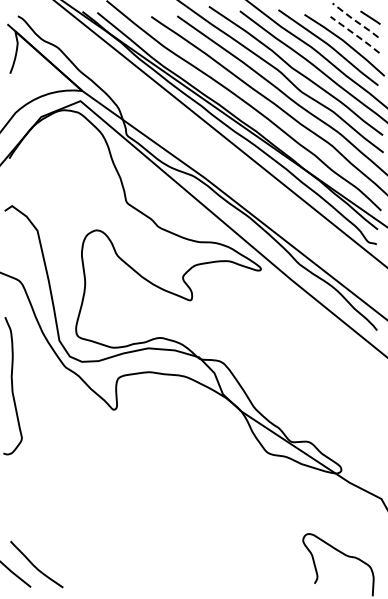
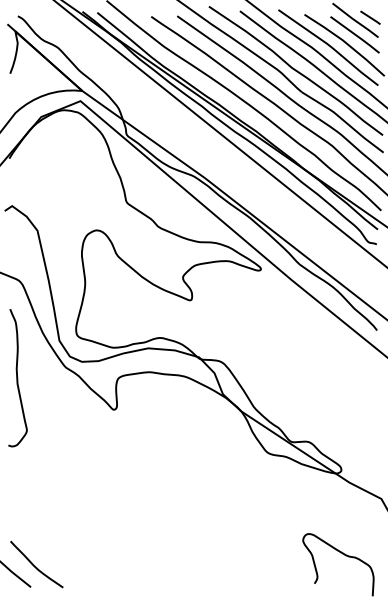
line at (355, 20): dashed -> solid
line at (356, 35): dashed -> solid
curve at (12, 386) position: (12, 386) -> (17, 378)
